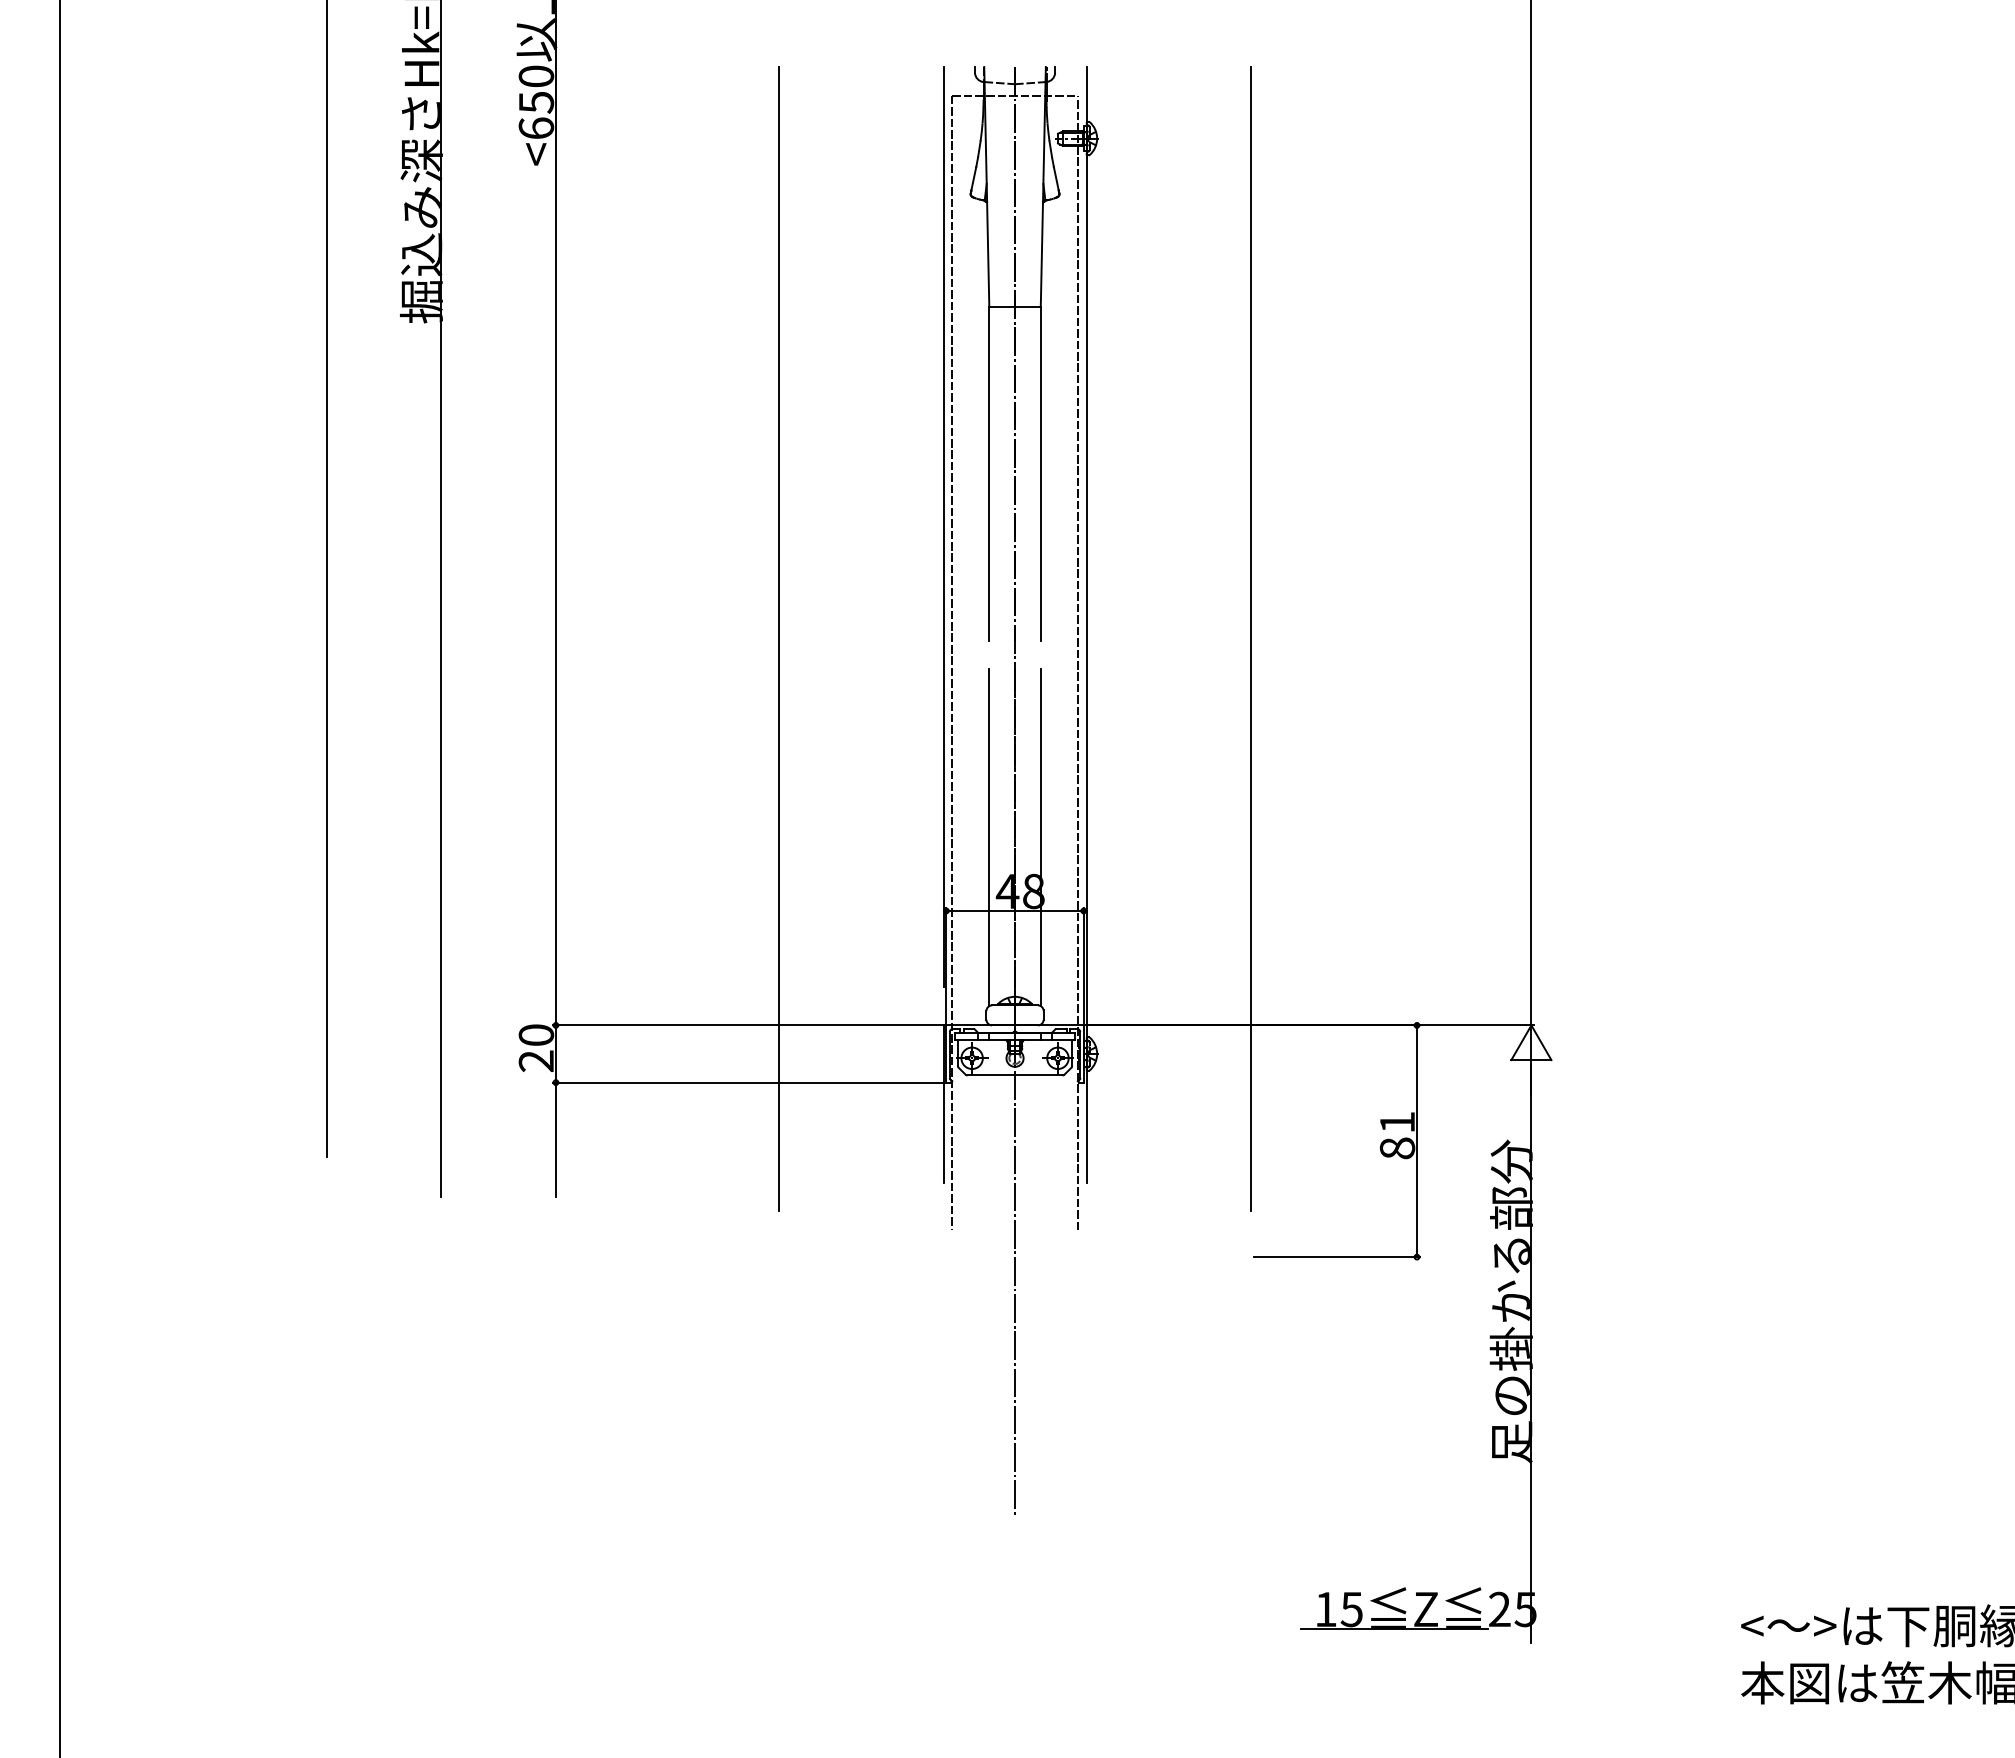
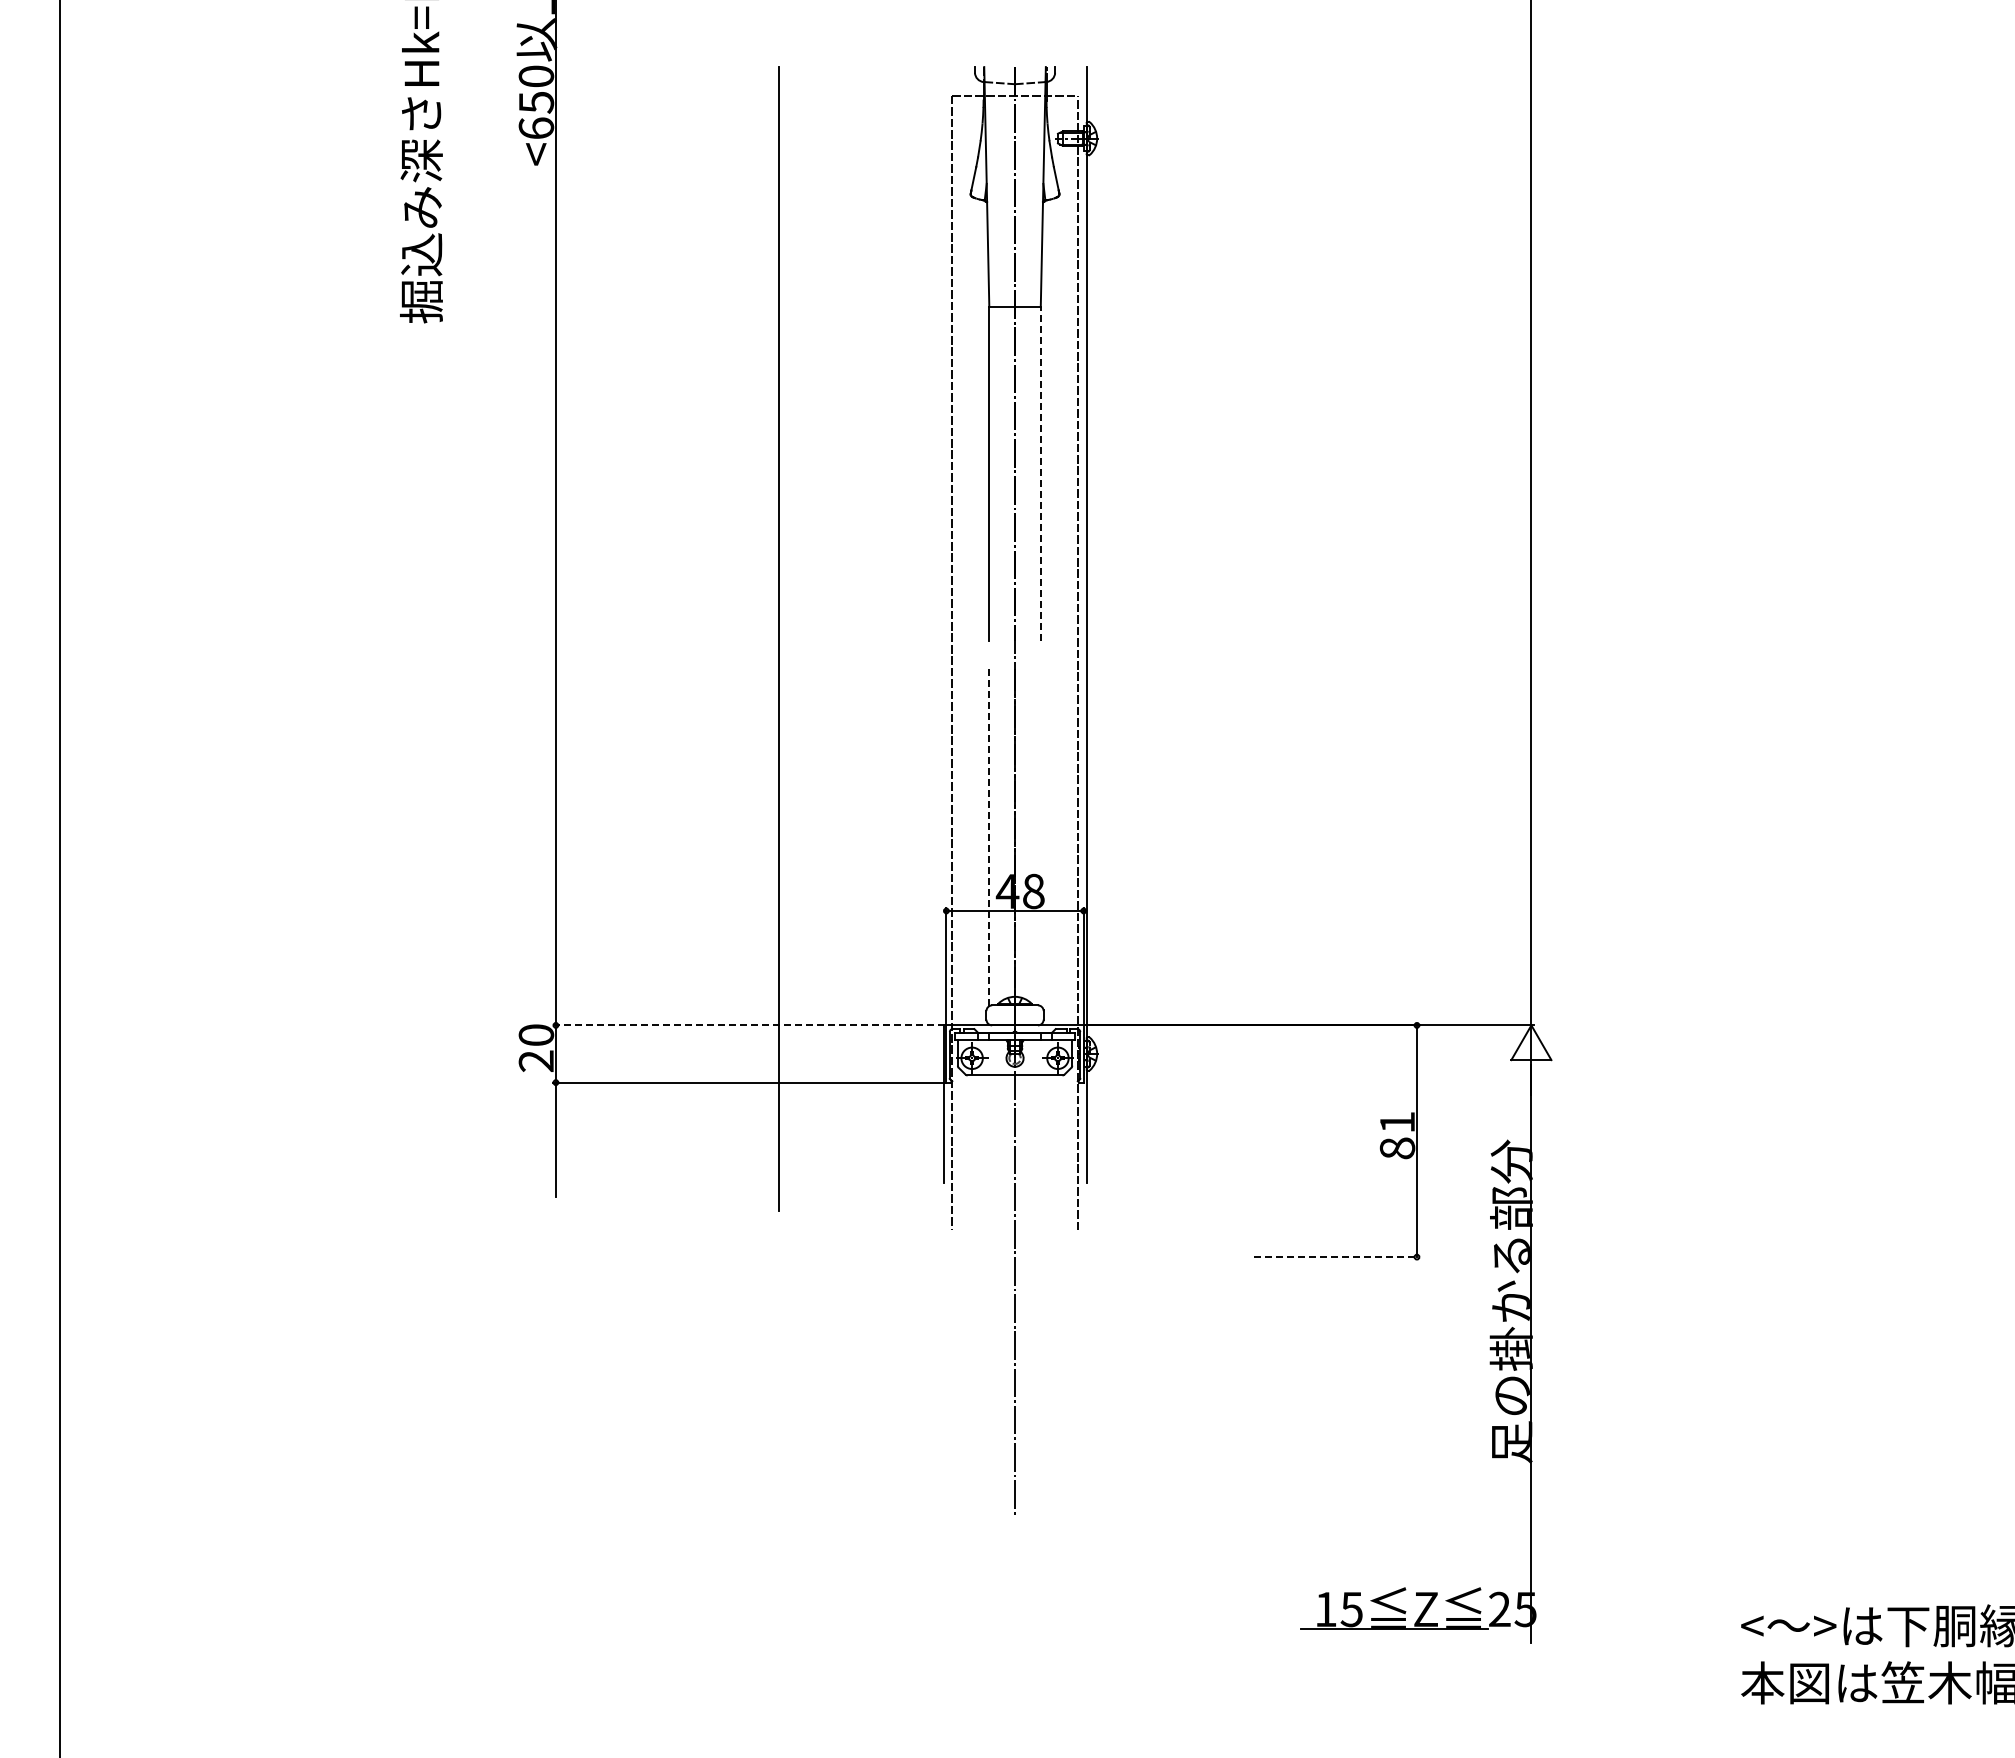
line at (1040, 473): solid -> dashed
line at (943, 527): present -> none
line at (327, 579): present -> none
line at (441, 599): present -> none
line at (1251, 639): present -> none
line at (1040, 837): present -> none
line at (989, 838): solid -> dashed
line at (749, 1025): solid -> dashed
line at (1336, 1257): solid -> dashed
